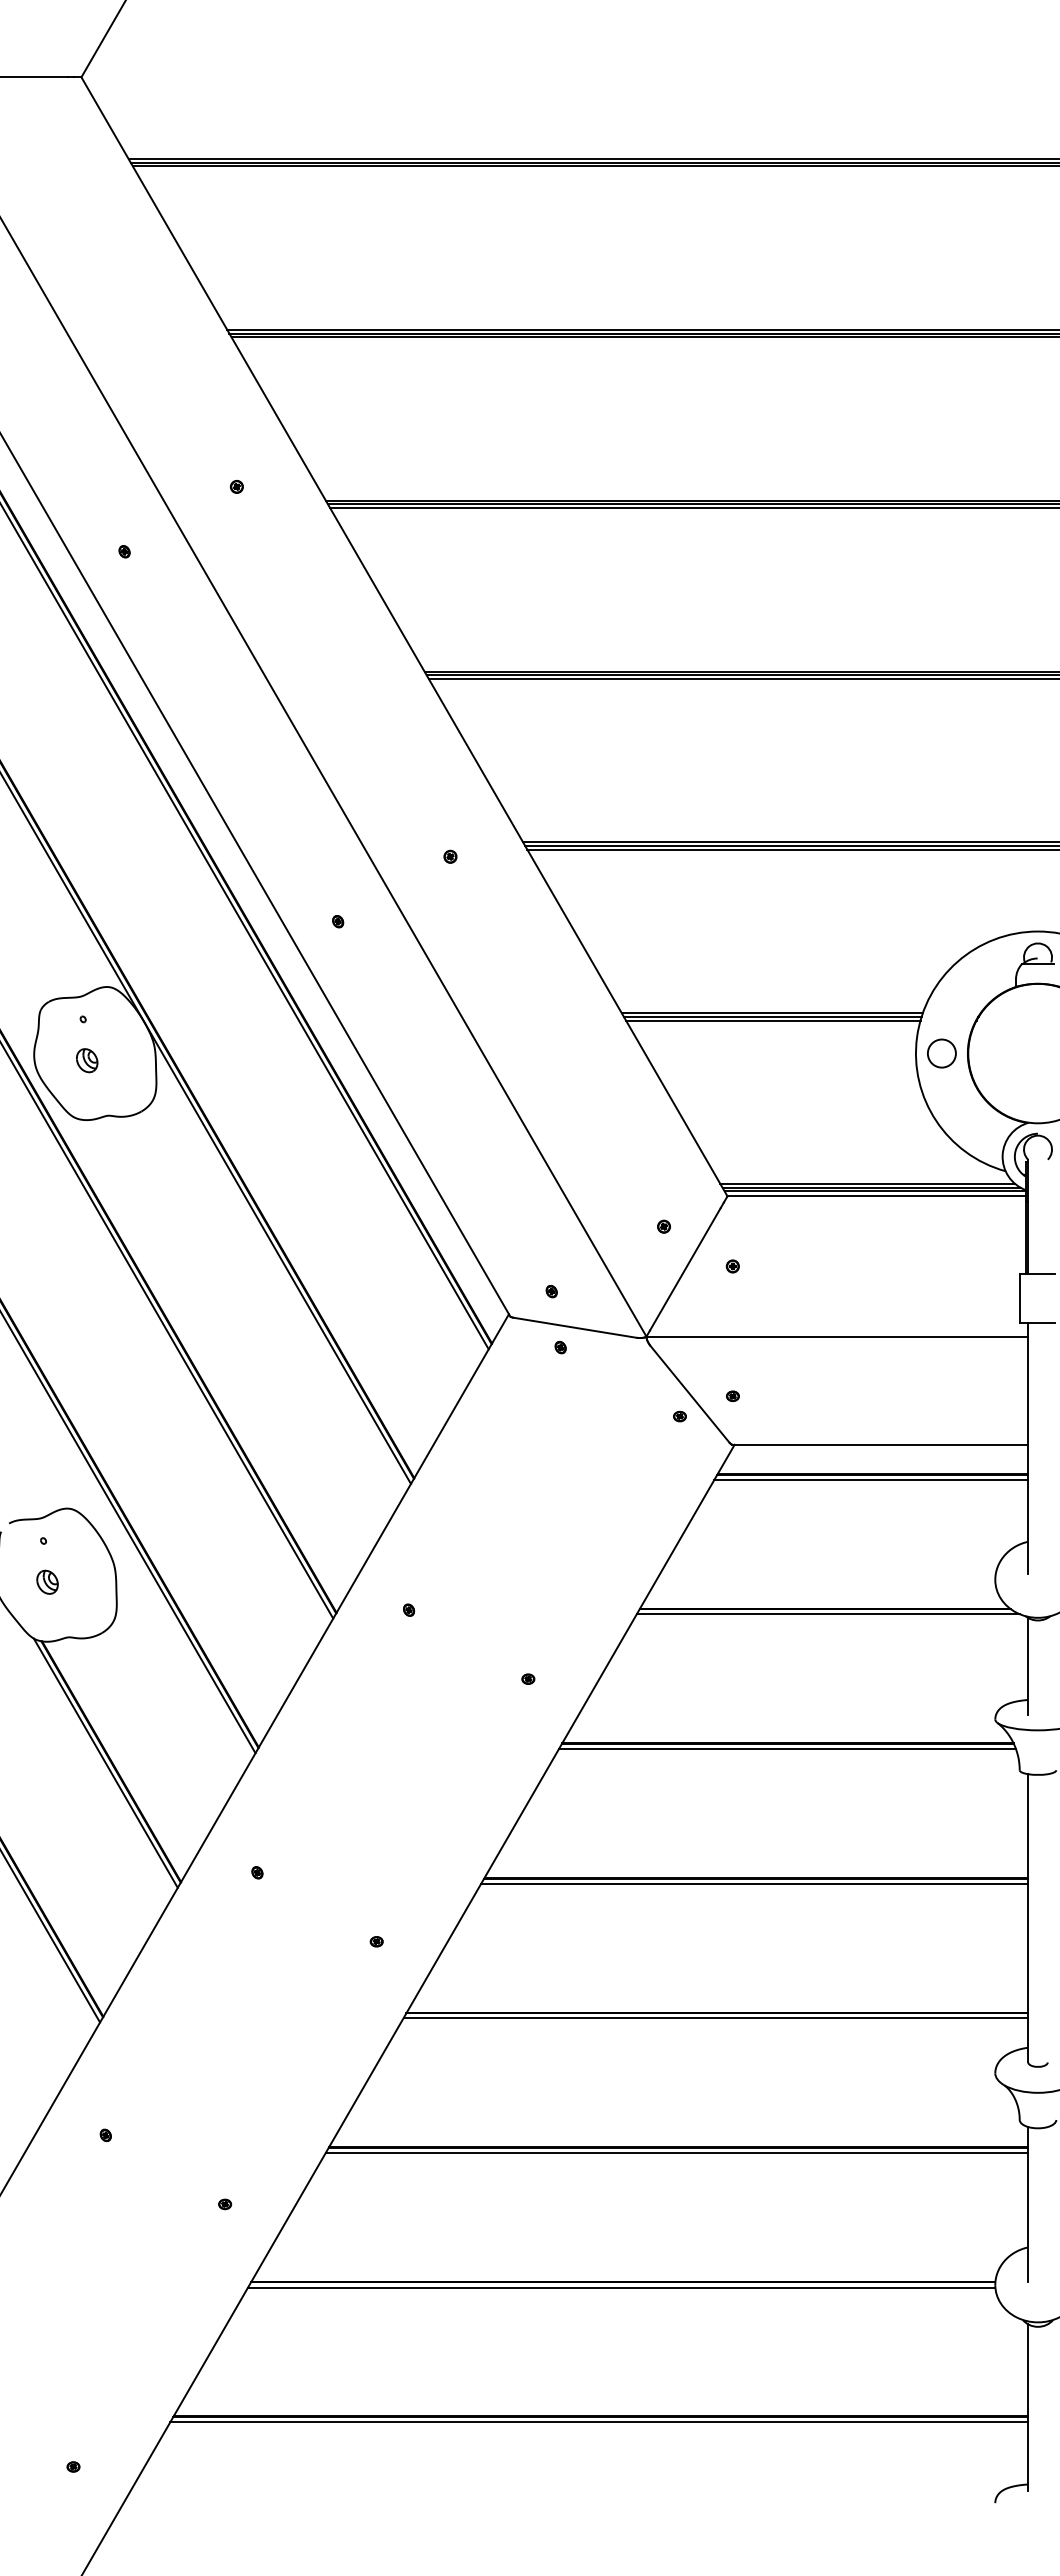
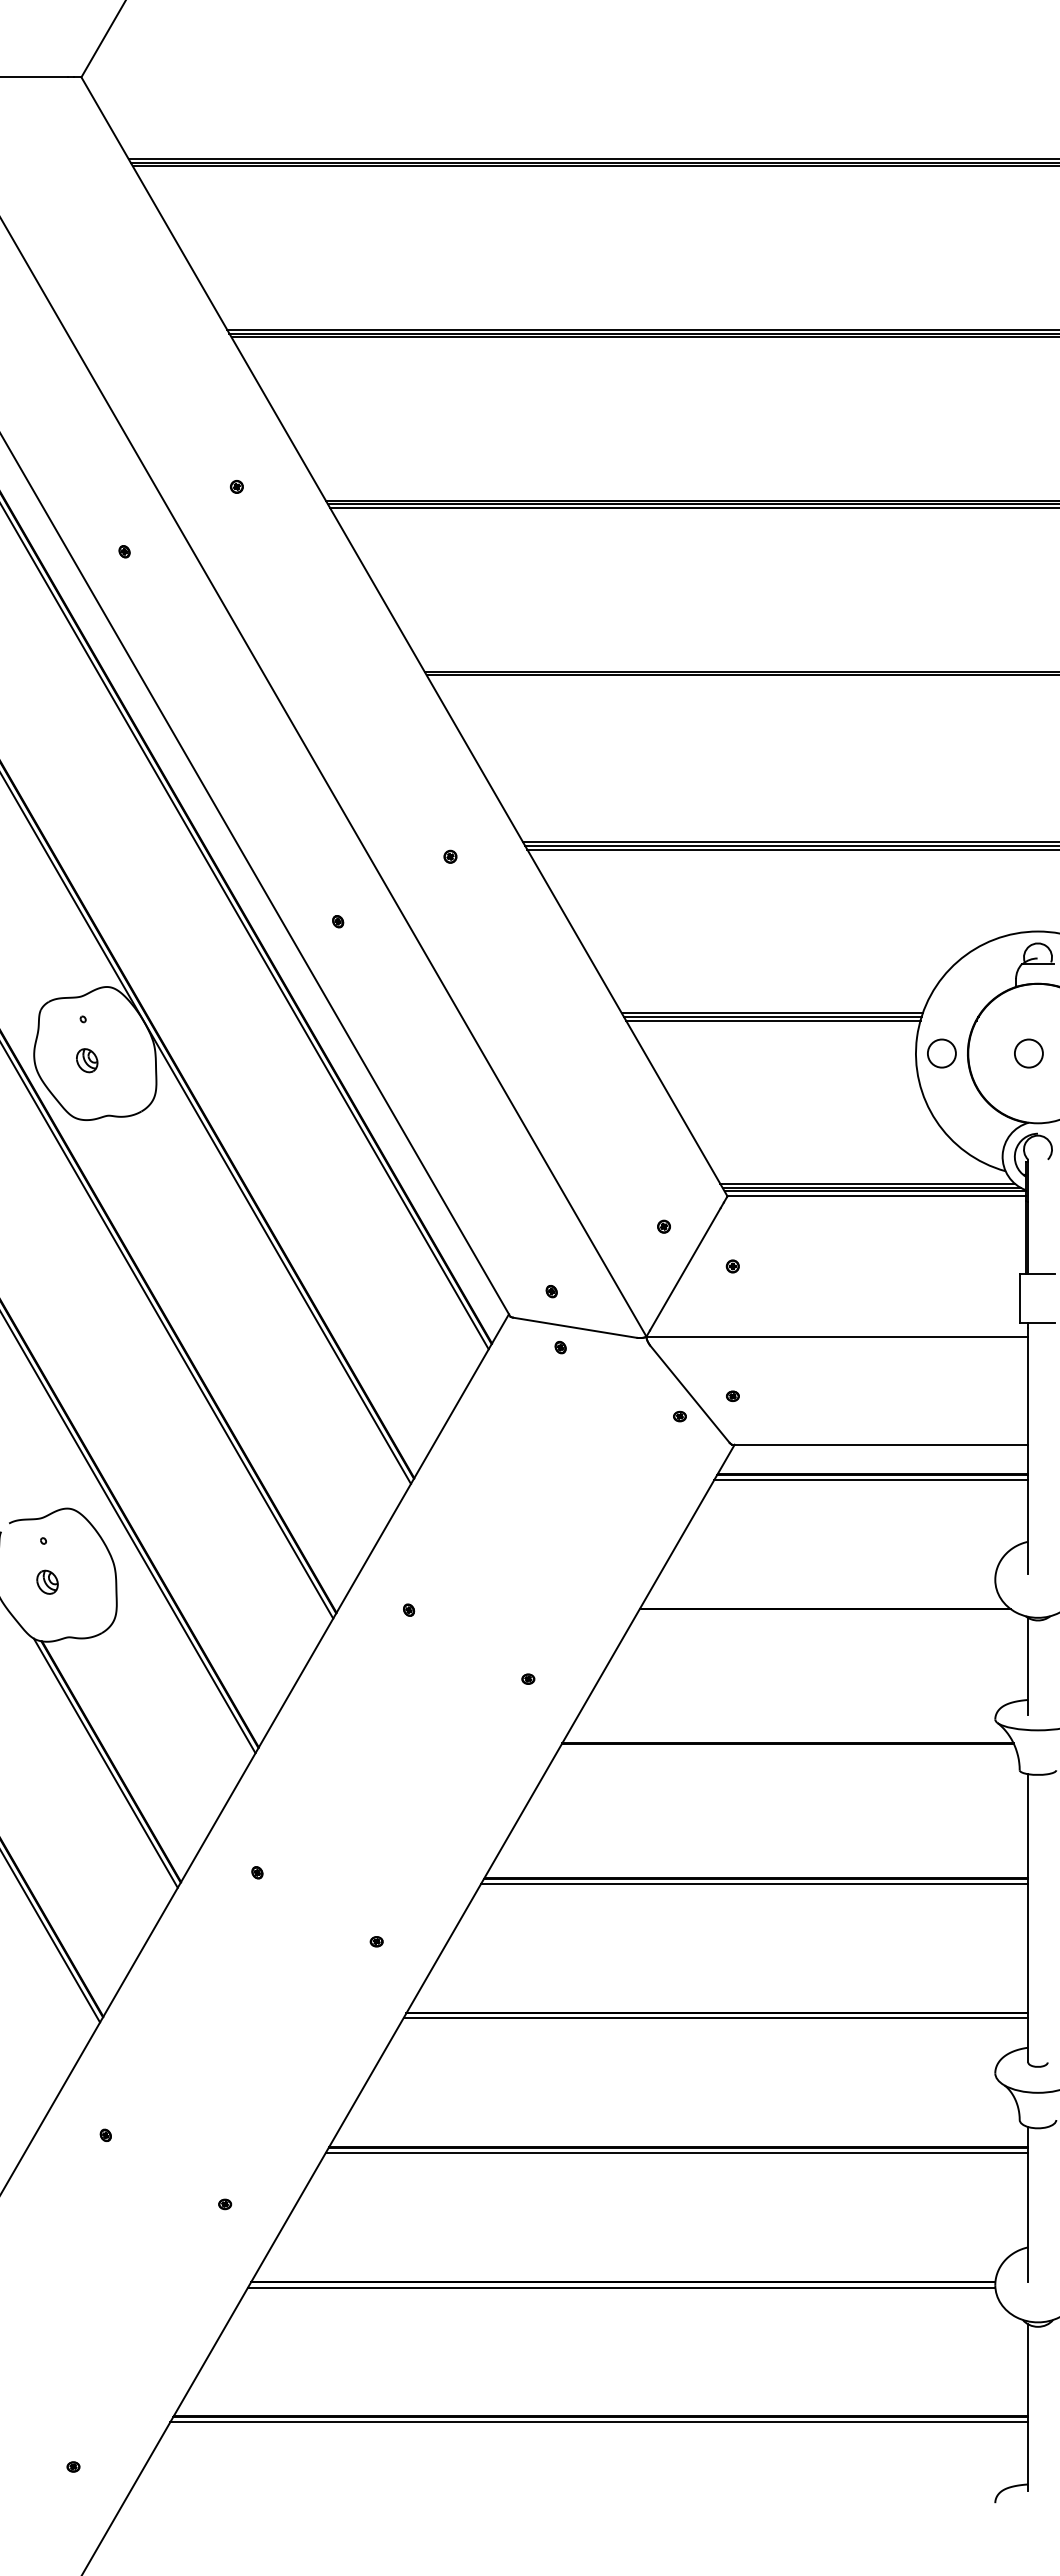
line at (742, 678): present -> none
circle at (1028, 1053): none -> present
line at (828, 1614): present -> none
line at (787, 1749): present -> none
